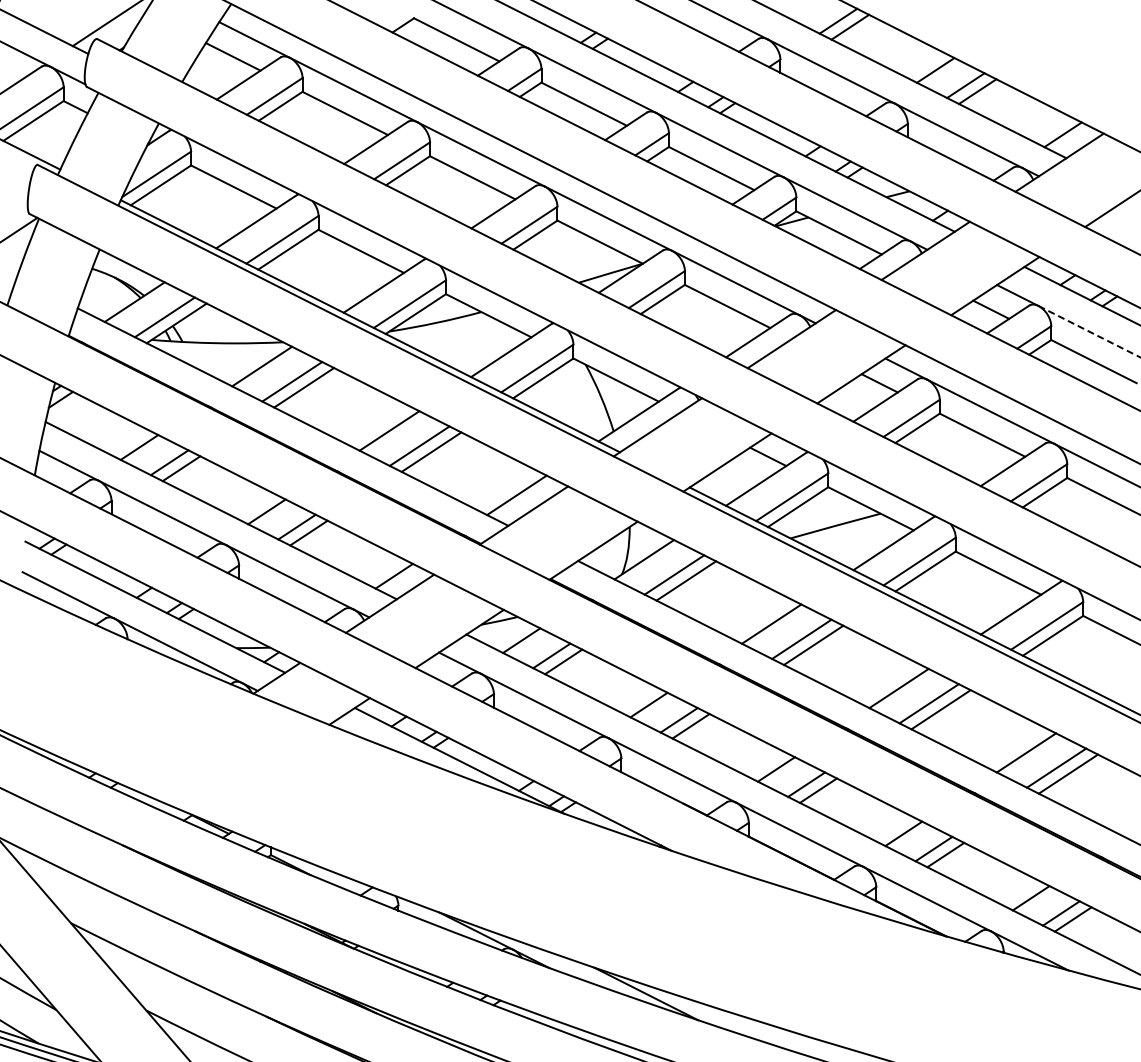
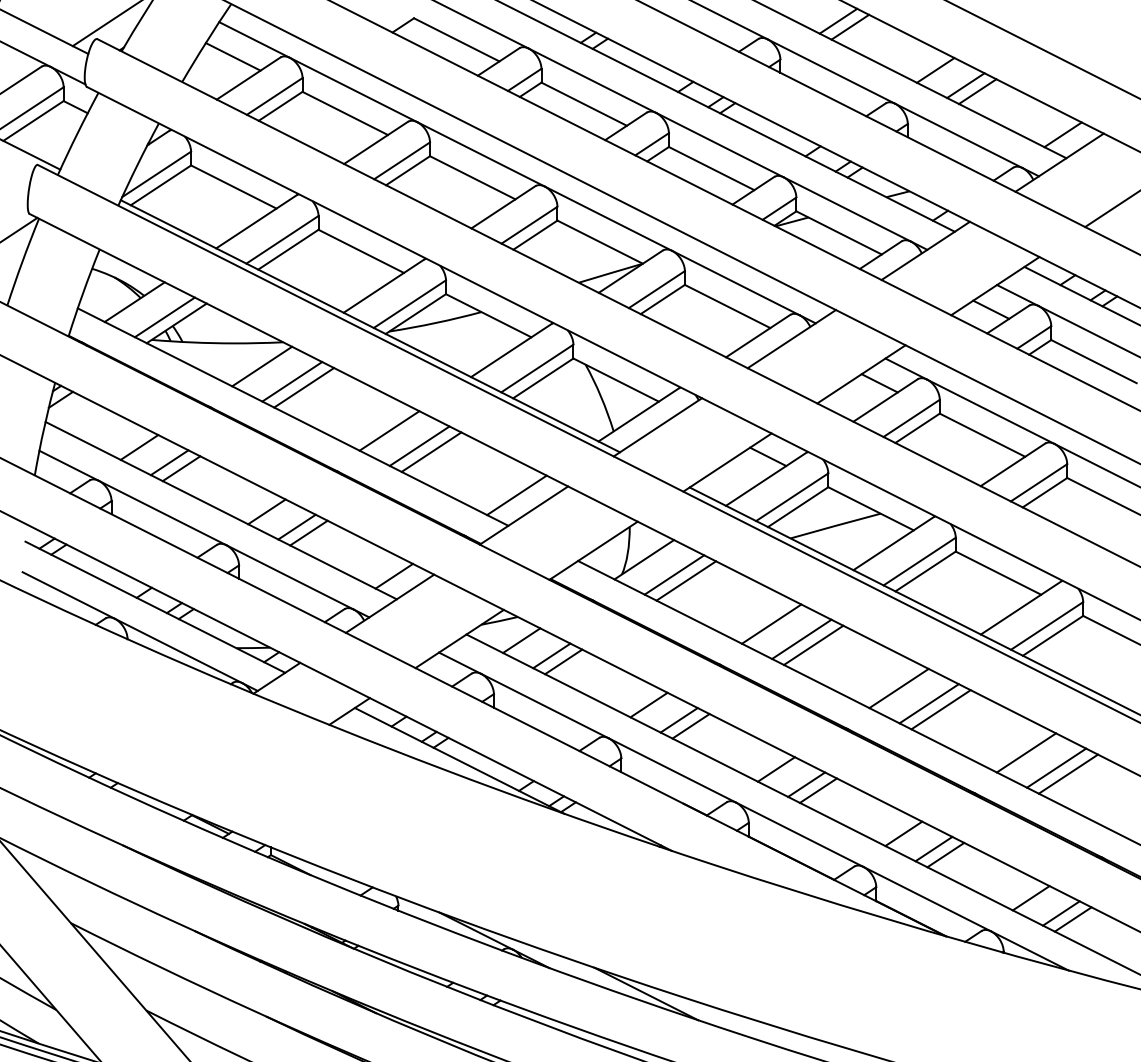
line at (1043, 49): none -> present
line at (1089, 331): dashed -> solid
